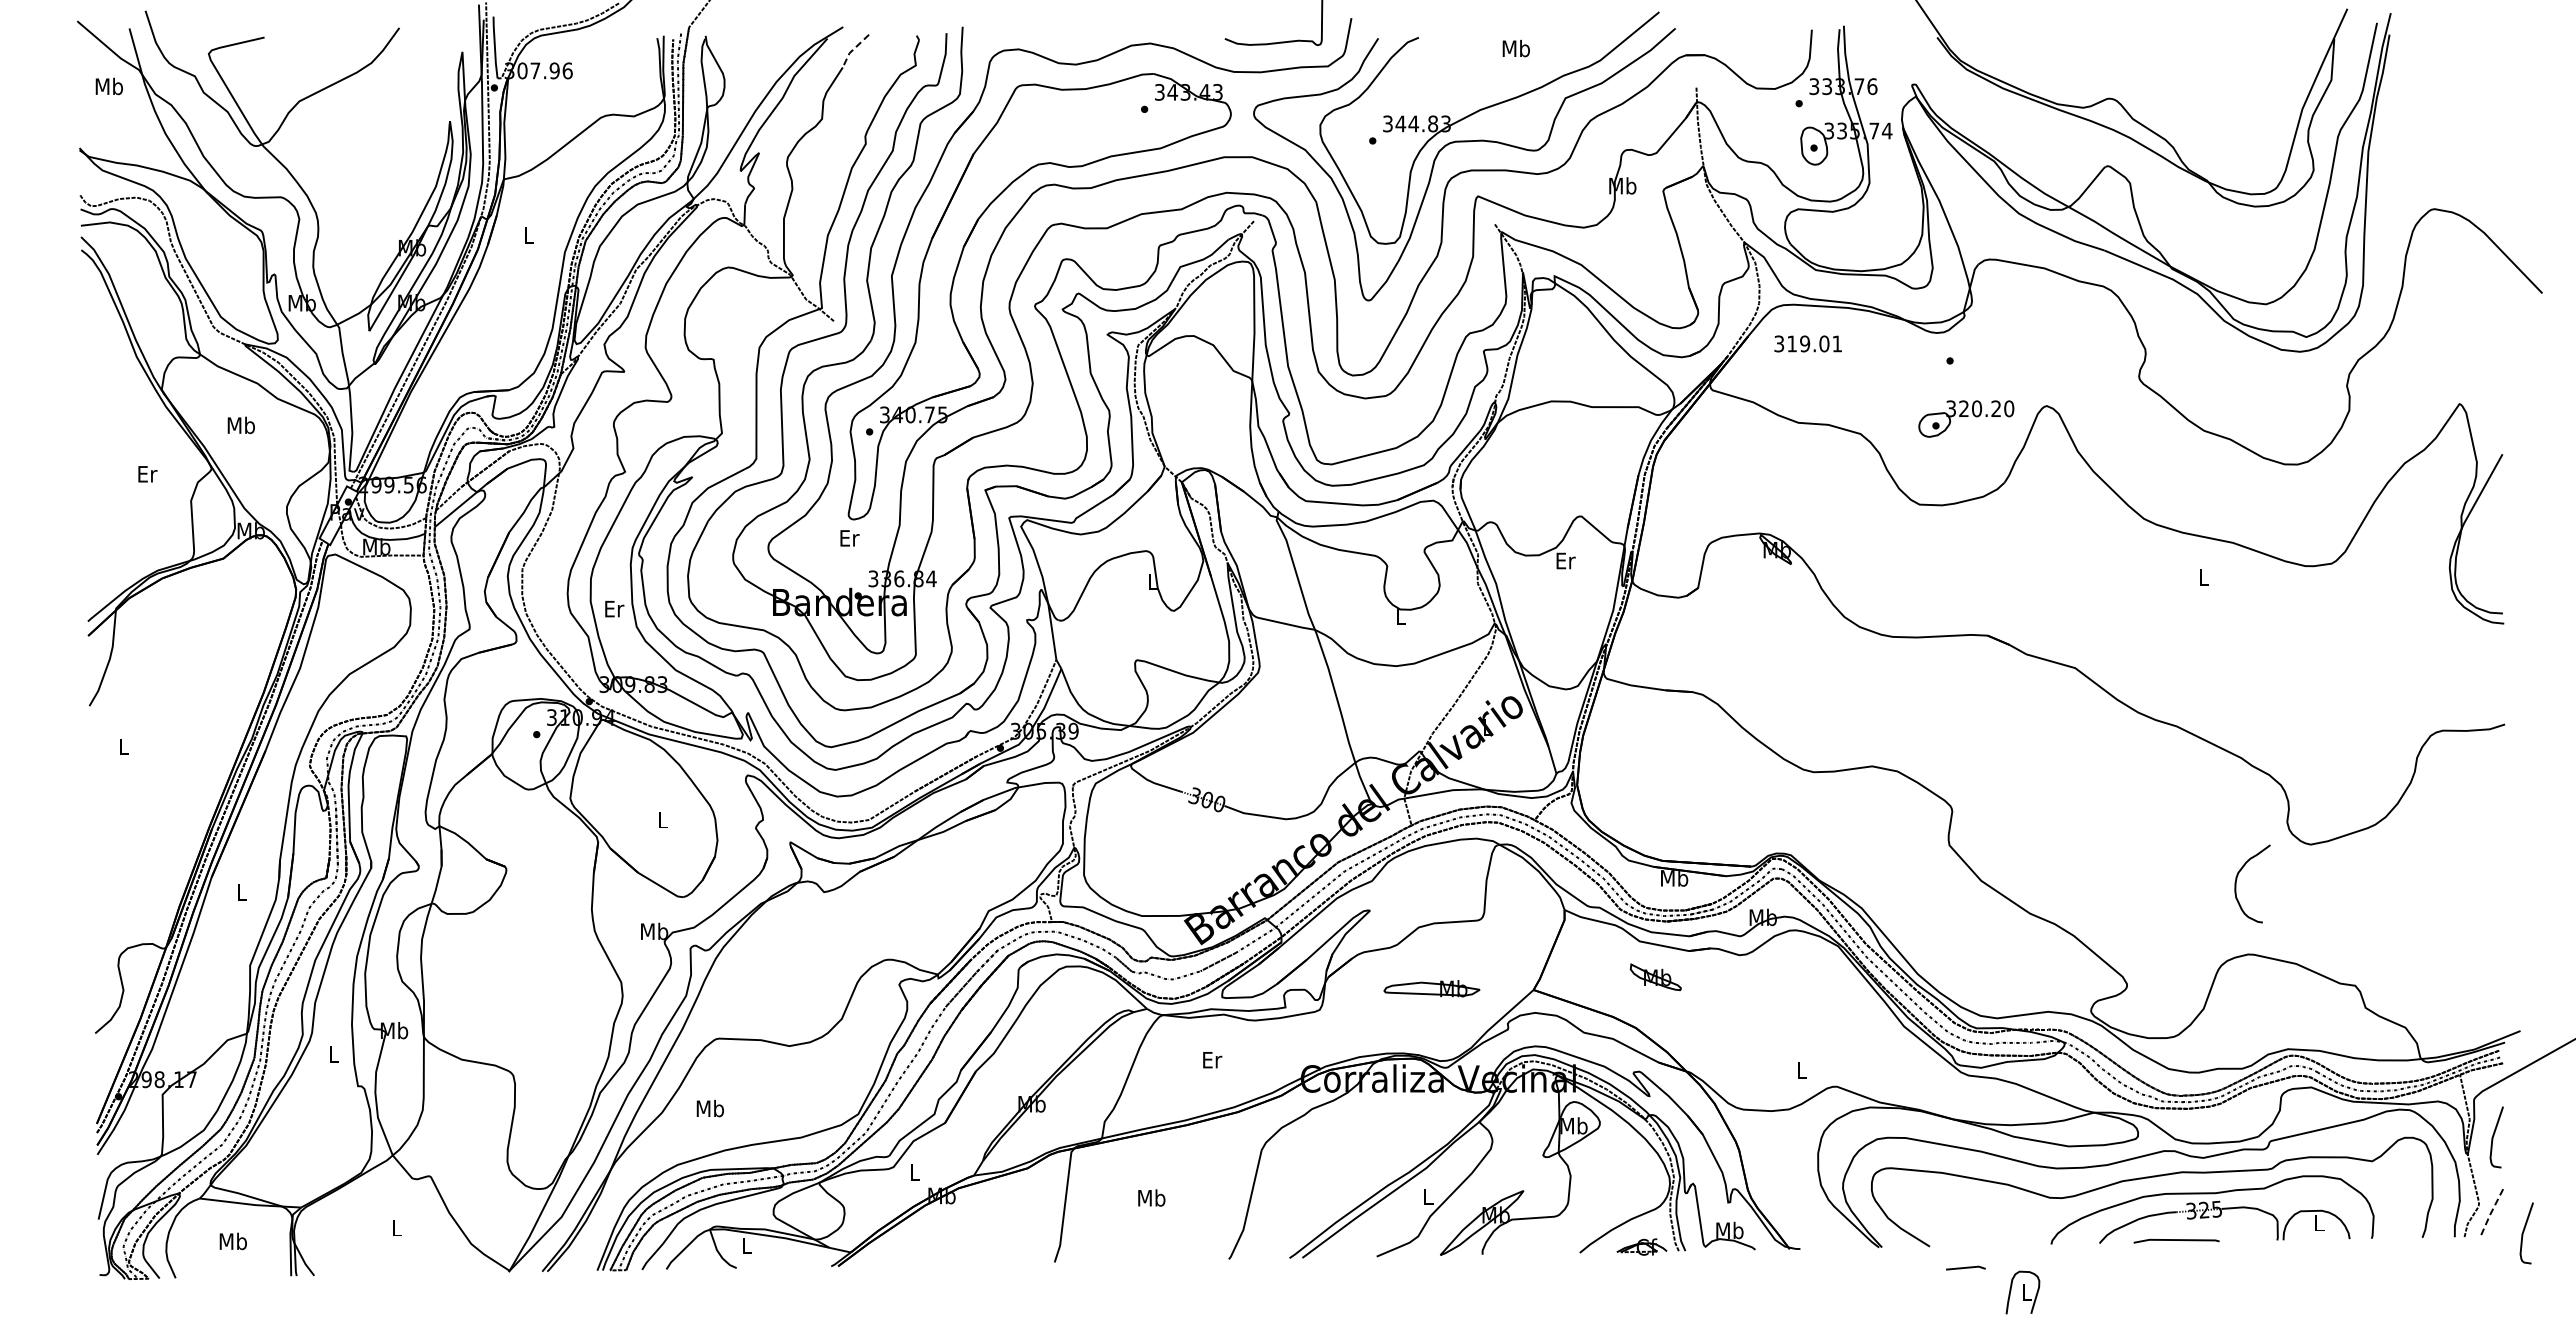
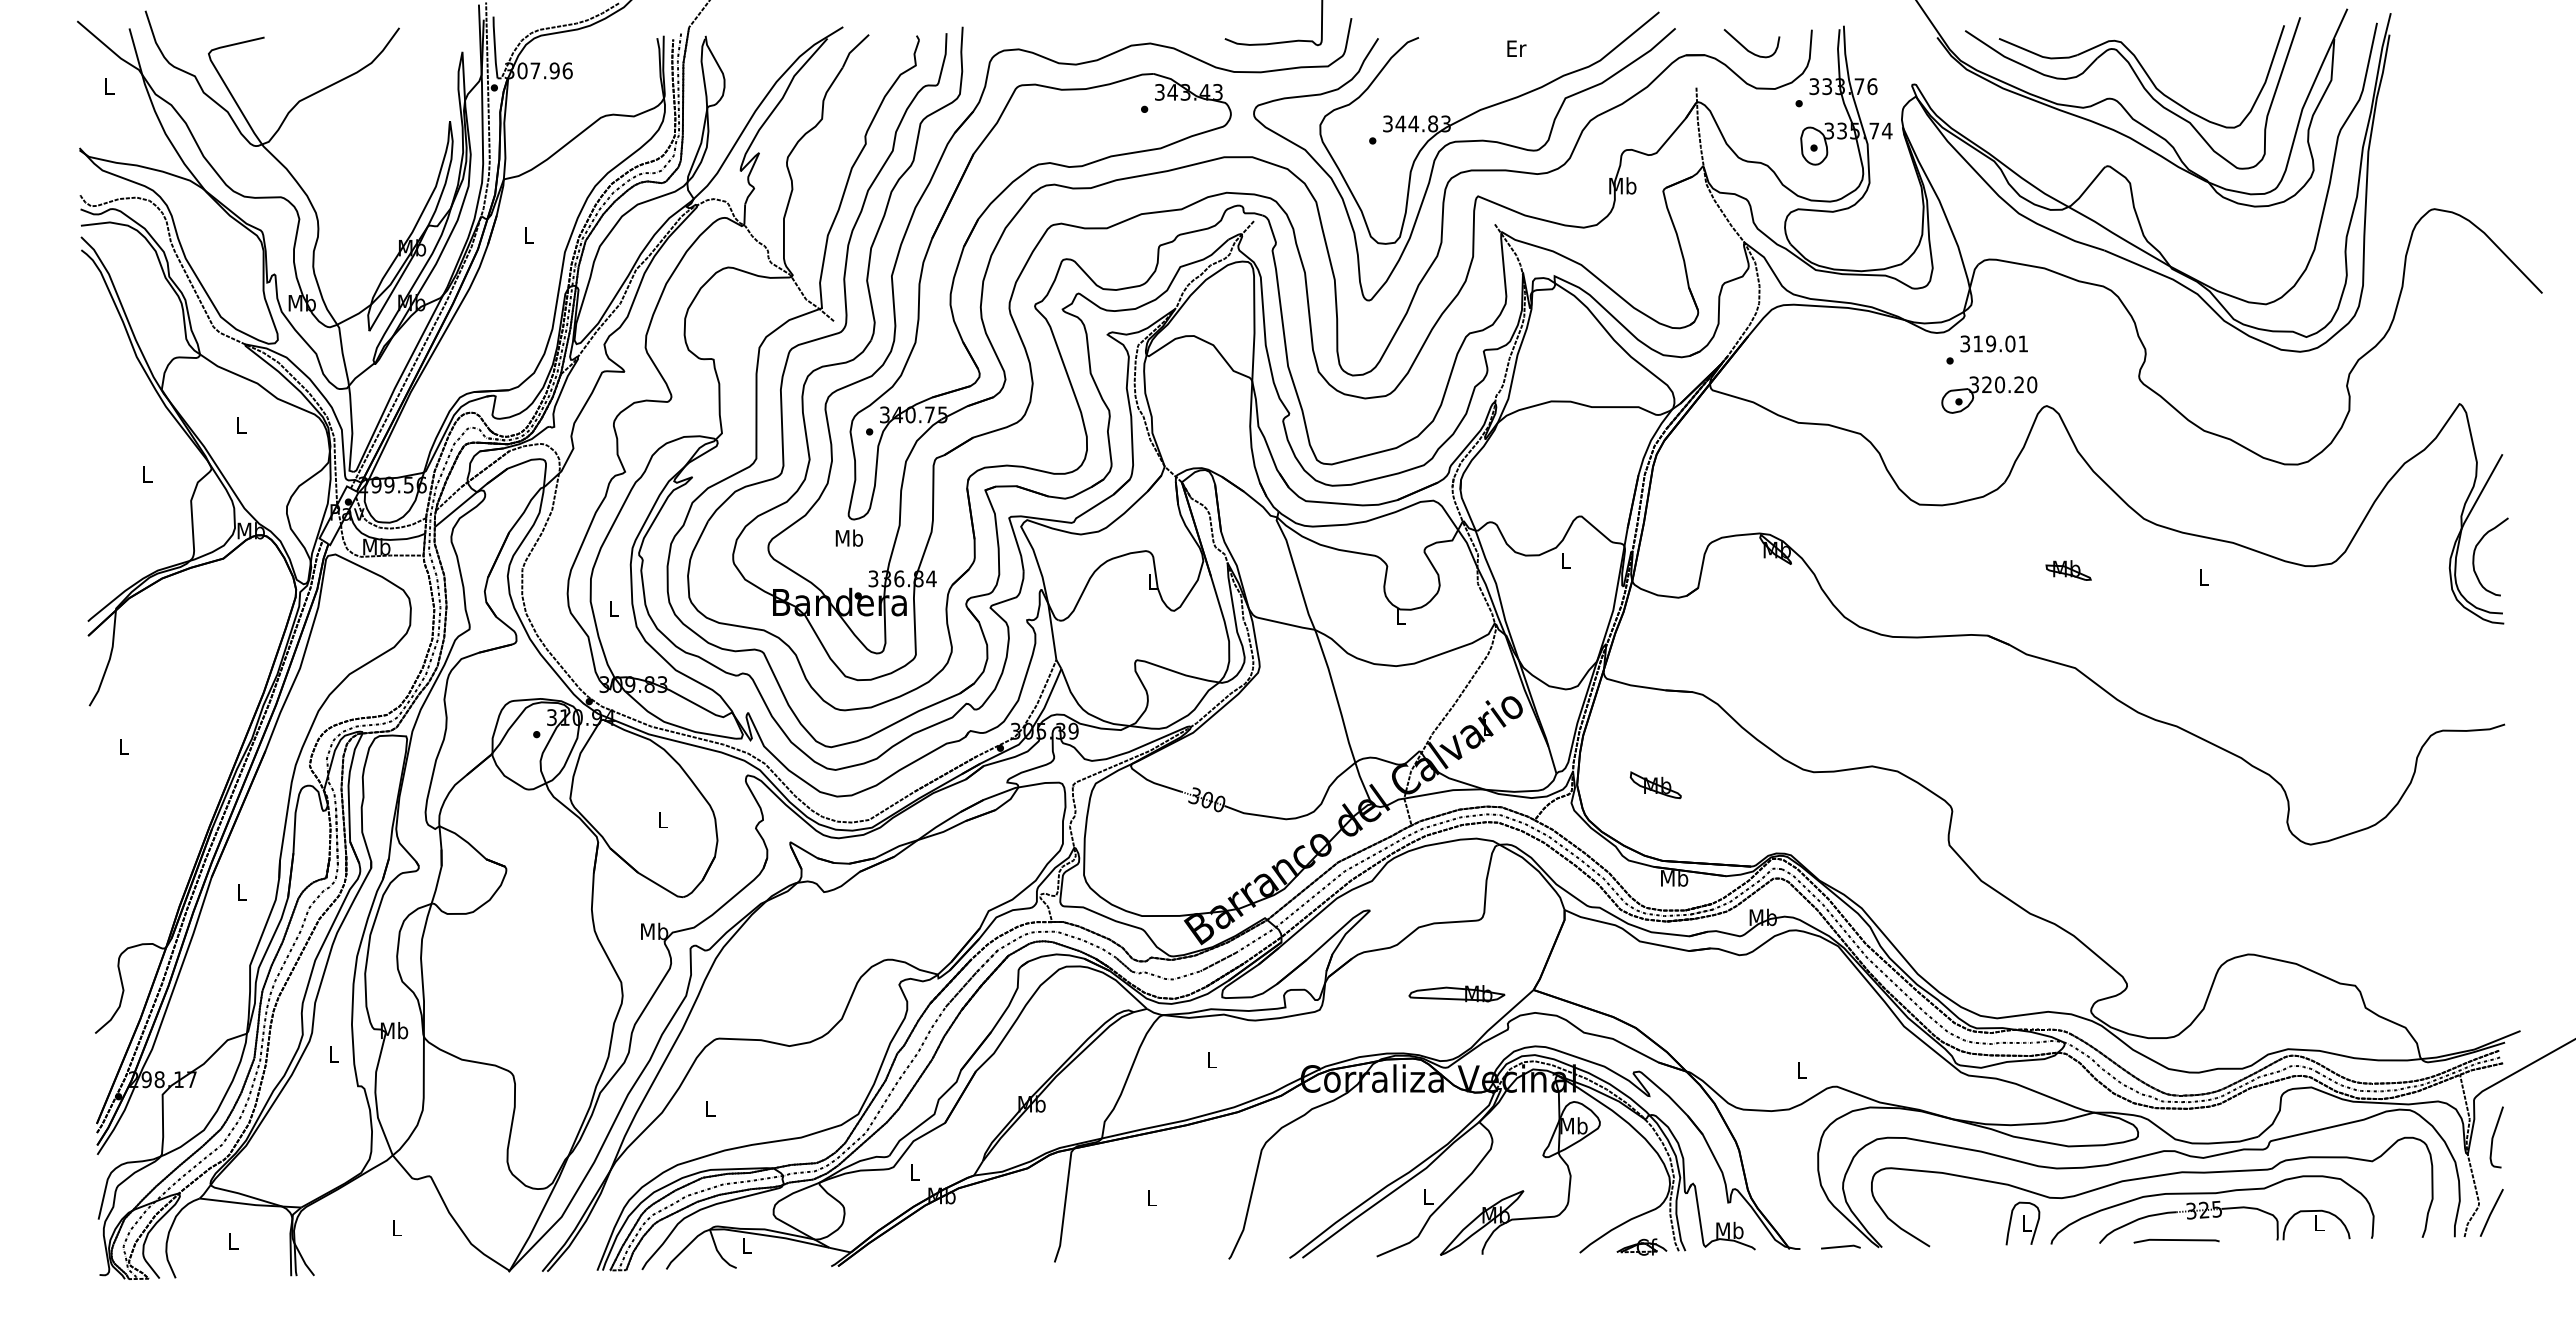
text at (1515, 48): Mb -> Er
line at (853, 49): dashed -> solid
curve at (1748, 49): none -> present
text at (108, 86): Mb -> L
part at (2142, 87): none -> present
text at (1807, 343) position: (1807, 343) -> (1993, 343)
part at (1966, 418) position: (1966, 418) -> (1989, 394)
text at (240, 425): Mb -> L
text at (147, 474): Er -> L
text at (849, 537): Er -> Mb
text at (1565, 560): Er -> L
part at (2068, 570): none -> present
text at (614, 608): Er -> L
curve at (2237, 879) position: (2237, 879) -> (2475, 552)
part at (1655, 976) position: (1655, 976) -> (1655, 784)
part at (1431, 988) position: (1431, 988) -> (1456, 993)
text at (1212, 1060): Er -> L
text at (709, 1108): Mb -> L
text at (1151, 1197): Mb -> L
line at (2491, 1213): dashed -> solid
curve at (2524, 1231): present -> none
text at (232, 1241): Mb -> L
line at (1965, 1267) position: (1965, 1267) -> (1840, 1246)
part at (2022, 1292) position: (2022, 1292) -> (2022, 1223)
